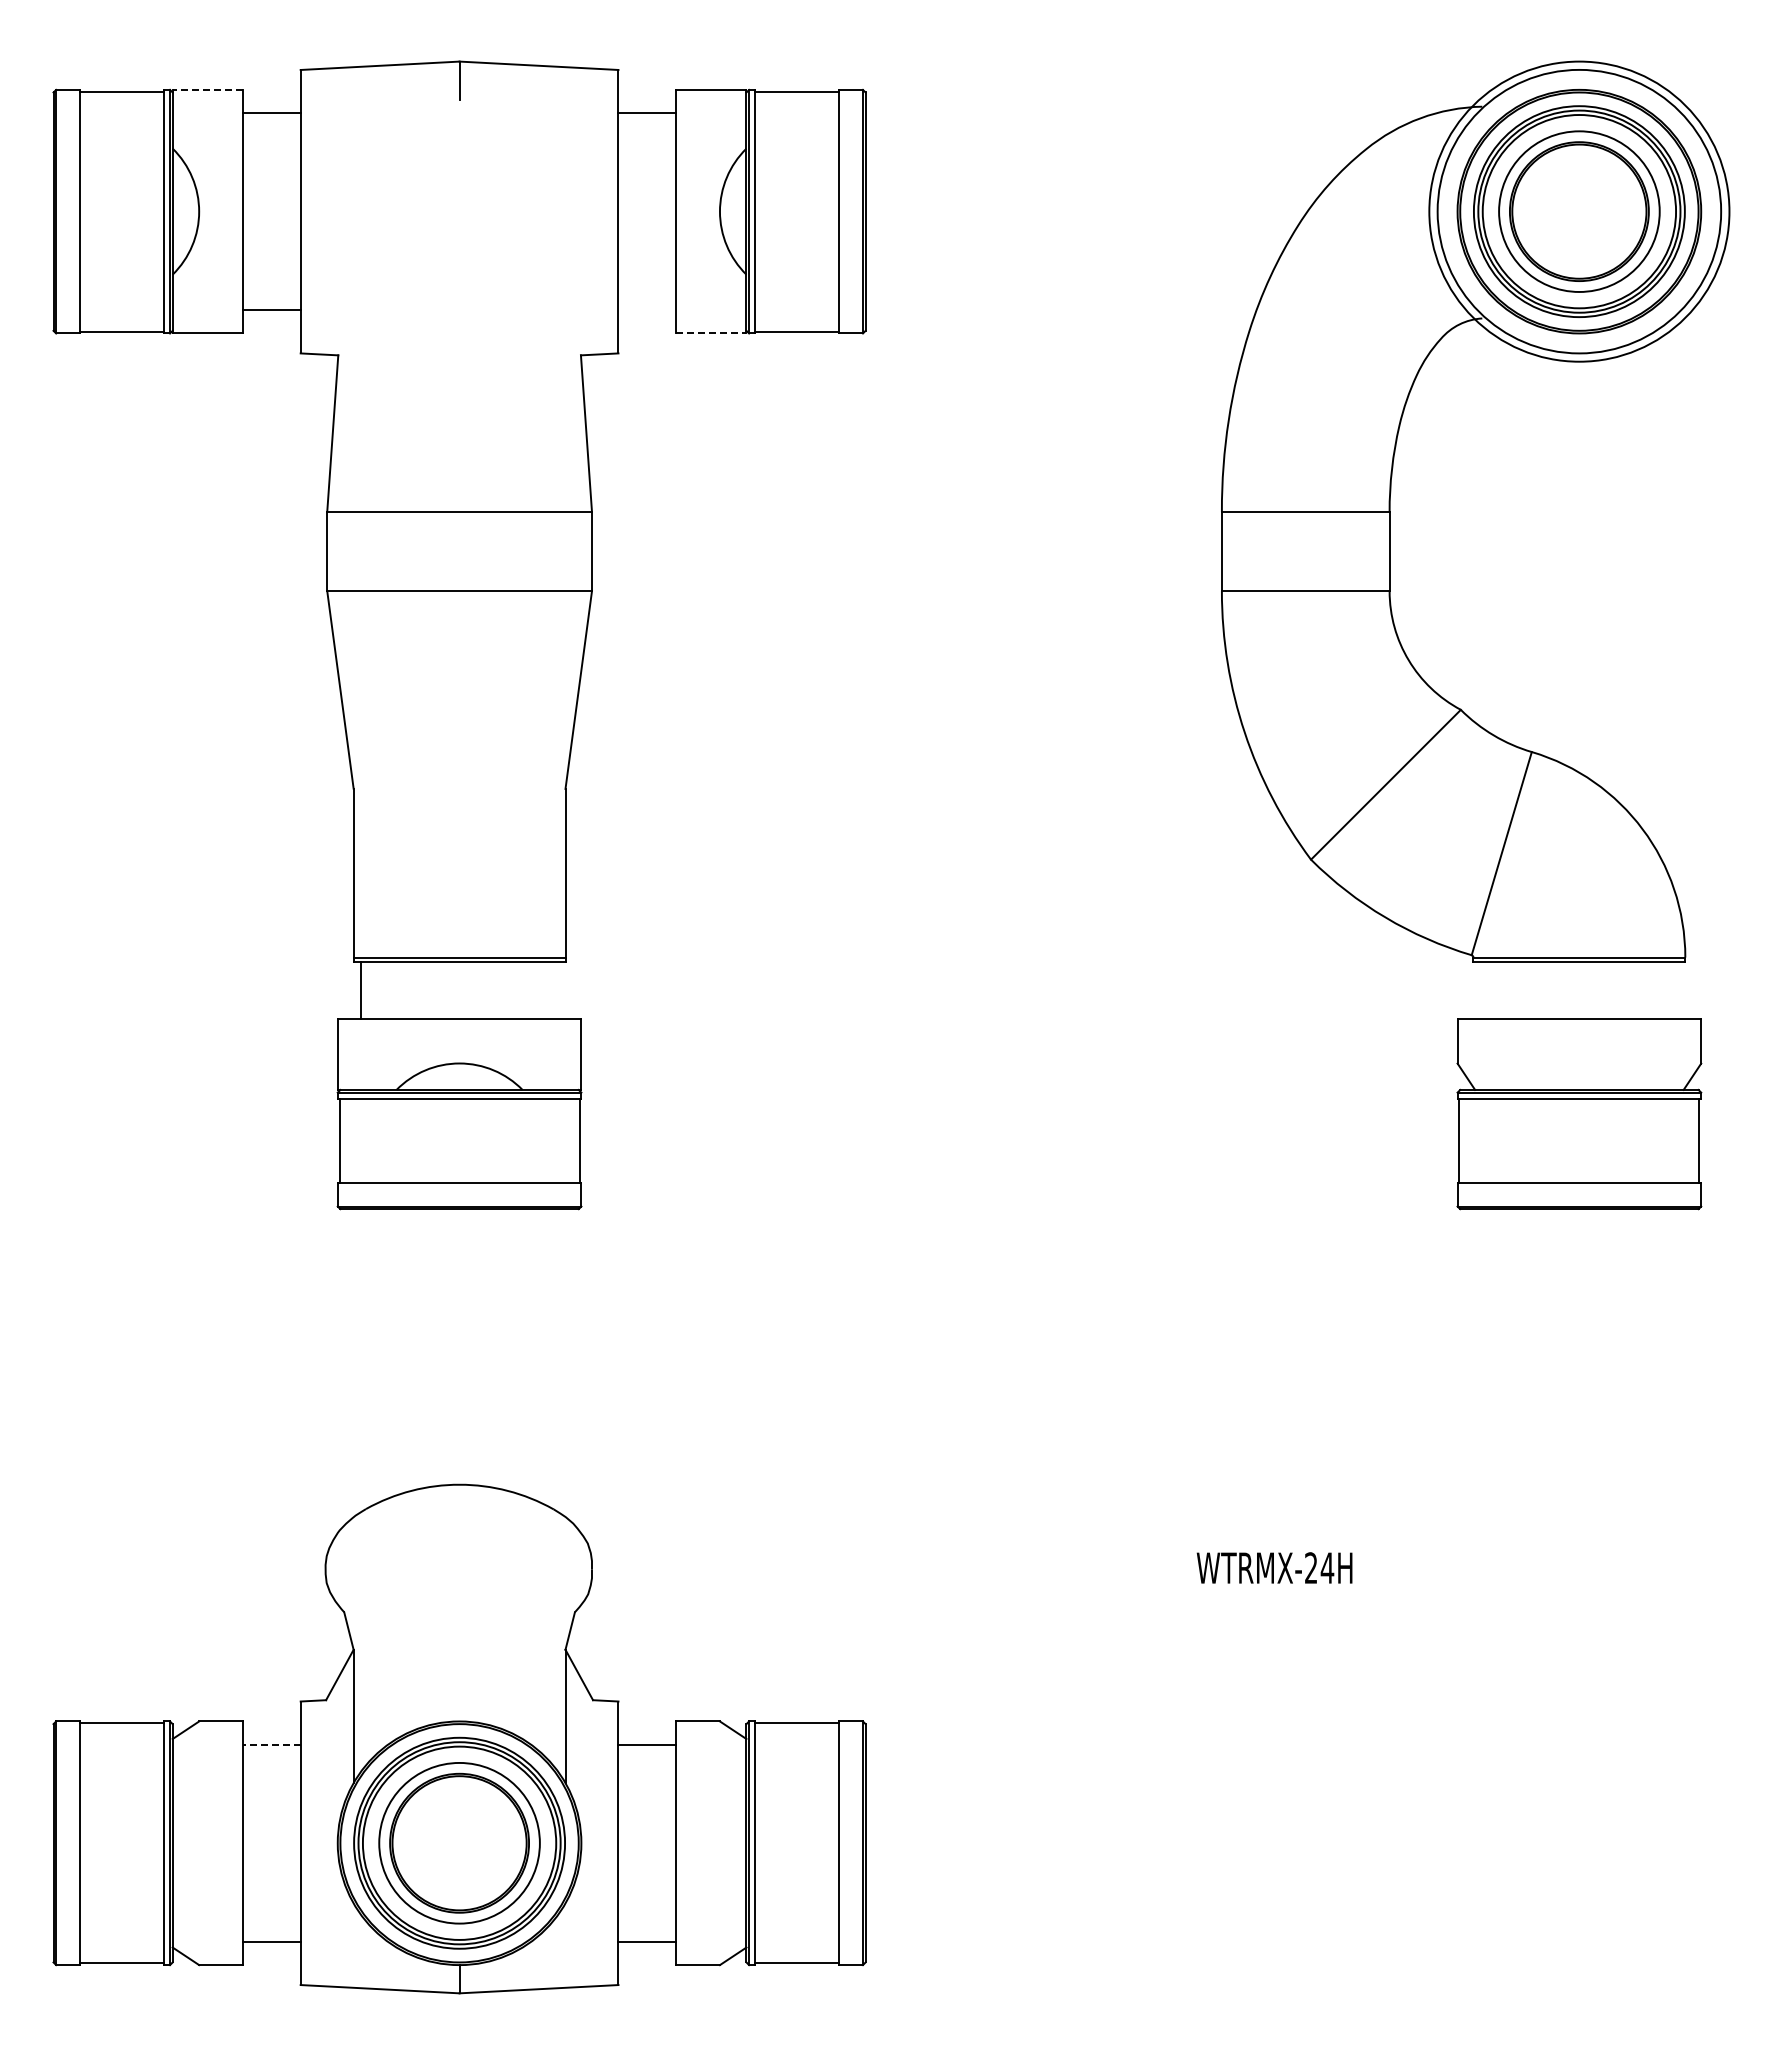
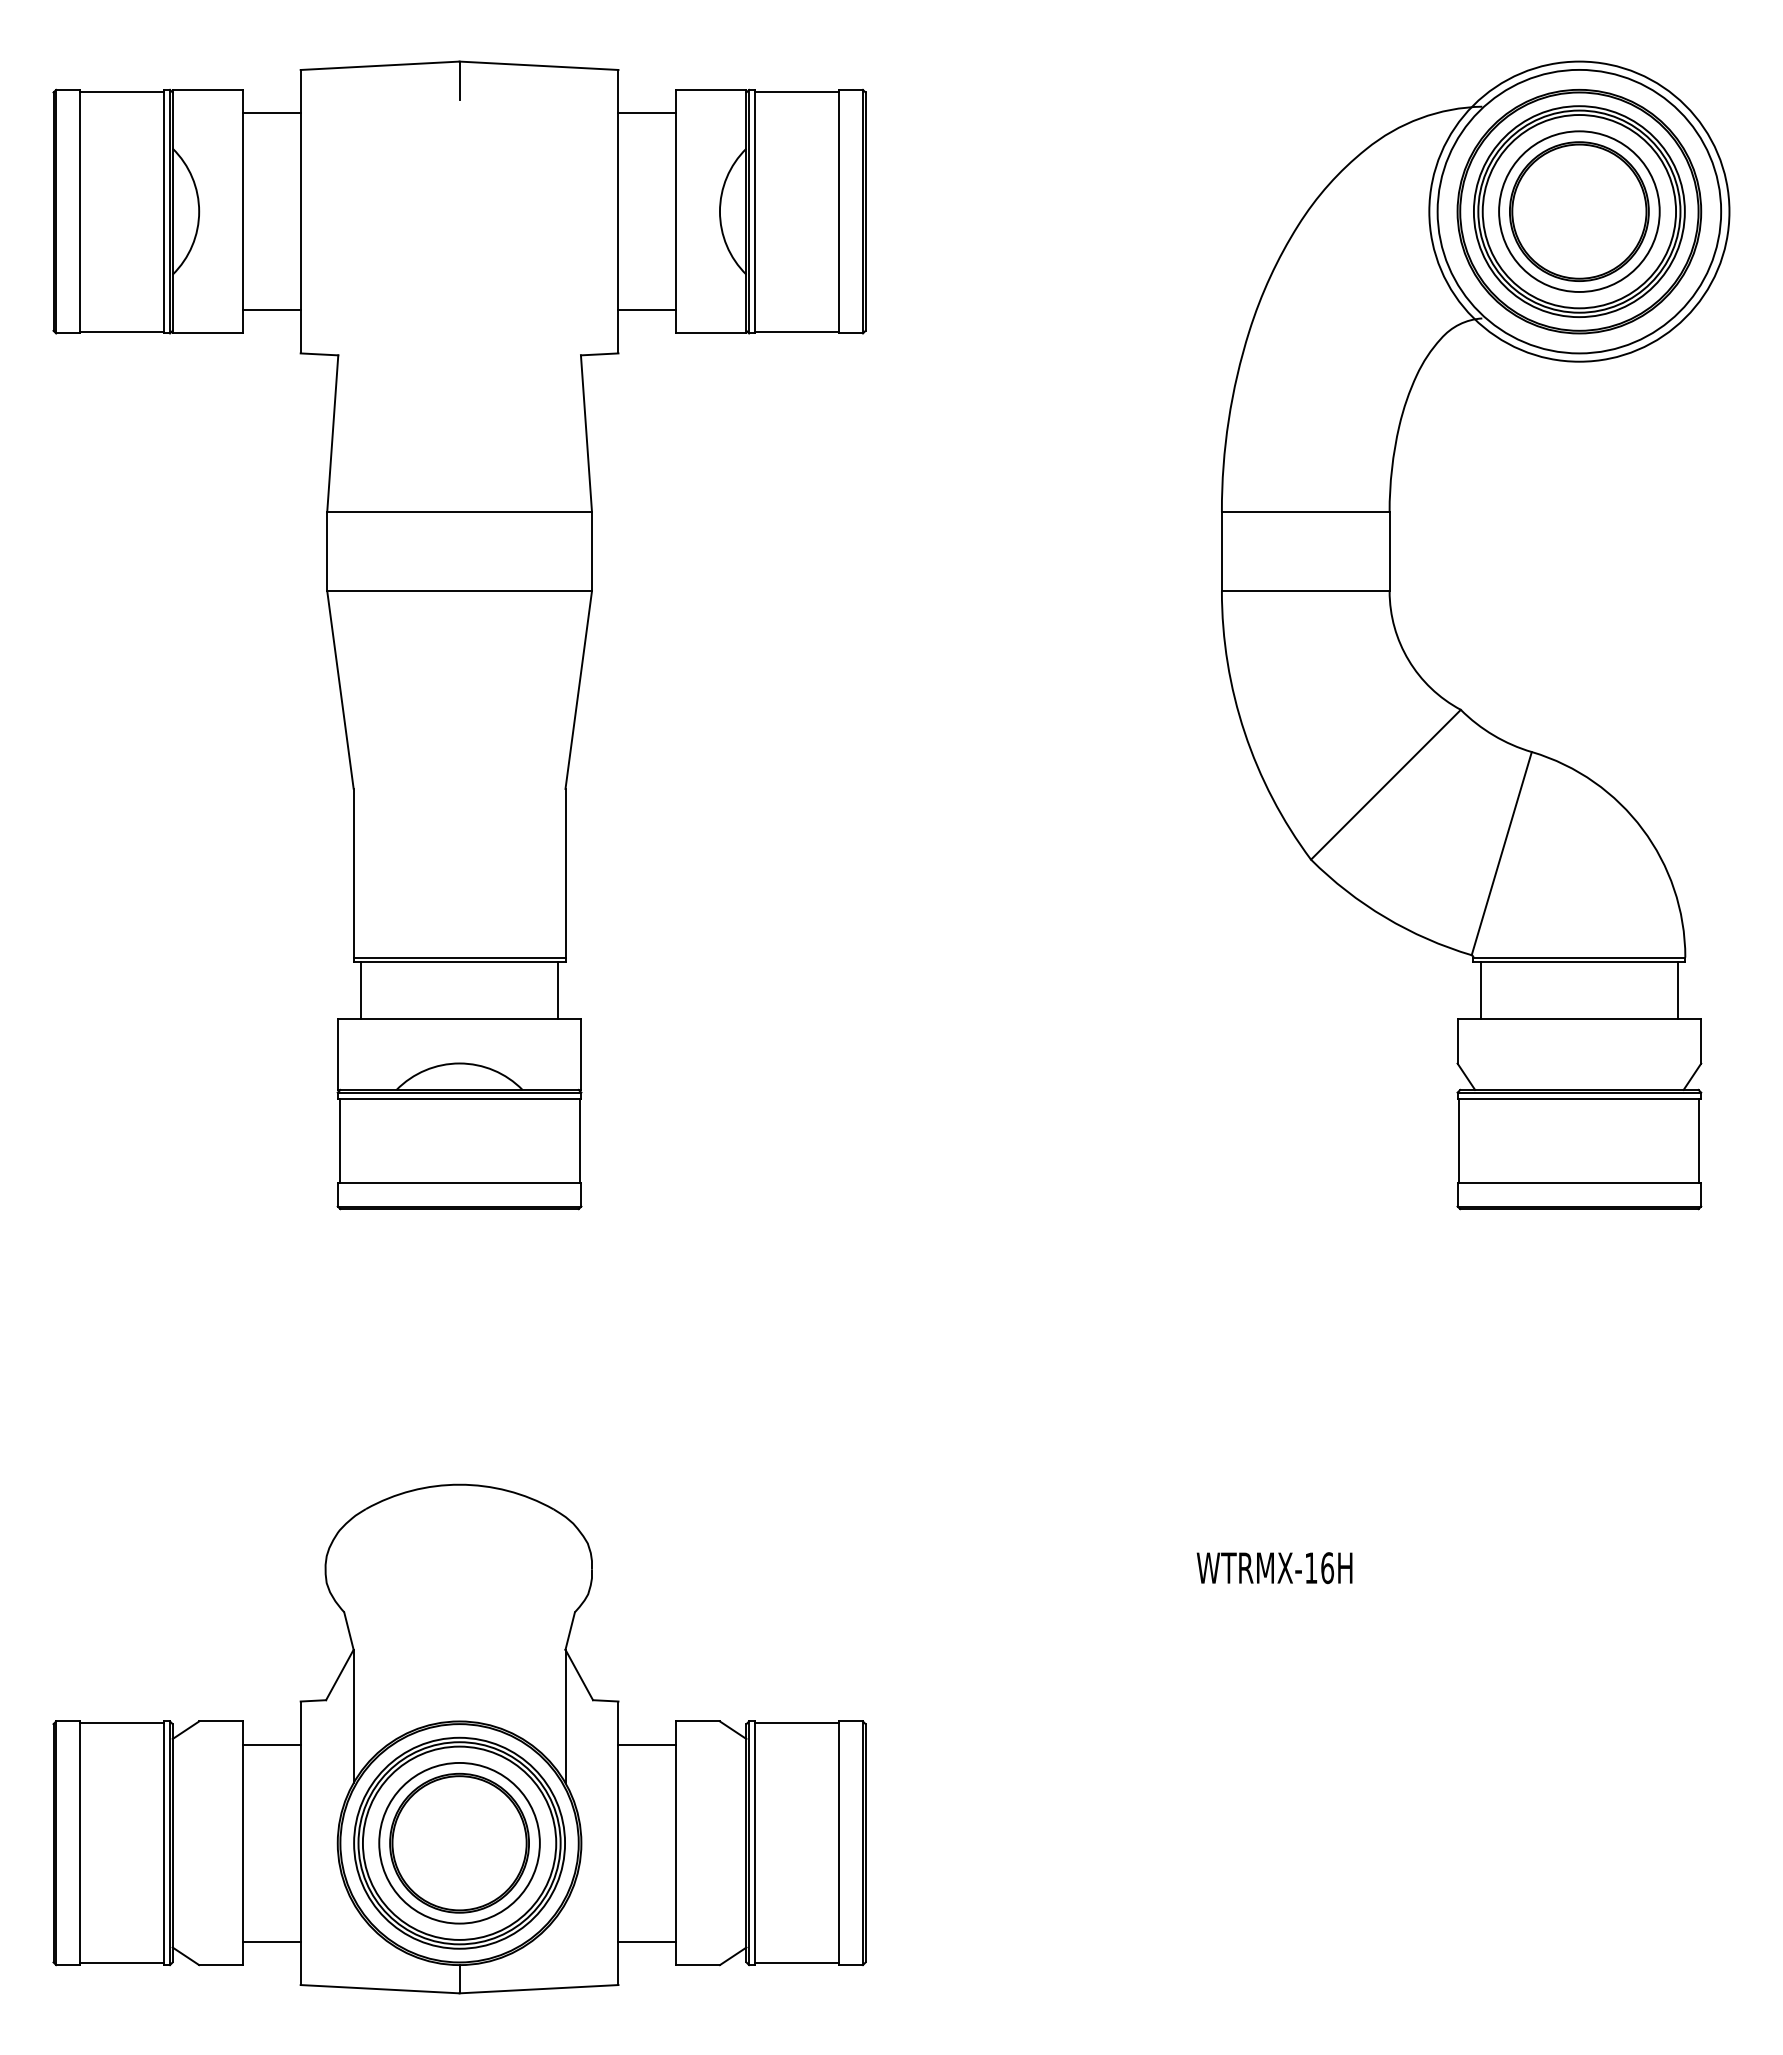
line at (207, 89): dashed -> solid
line at (646, 310): none -> present
line at (711, 333): dashed -> solid
line at (558, 990): none -> present
line at (1480, 990): none -> present
line at (1677, 990): none -> present
text at (1319, 1568): WTRMX-24H -> WTRMX-16H
line at (272, 1744): dashed -> solid
